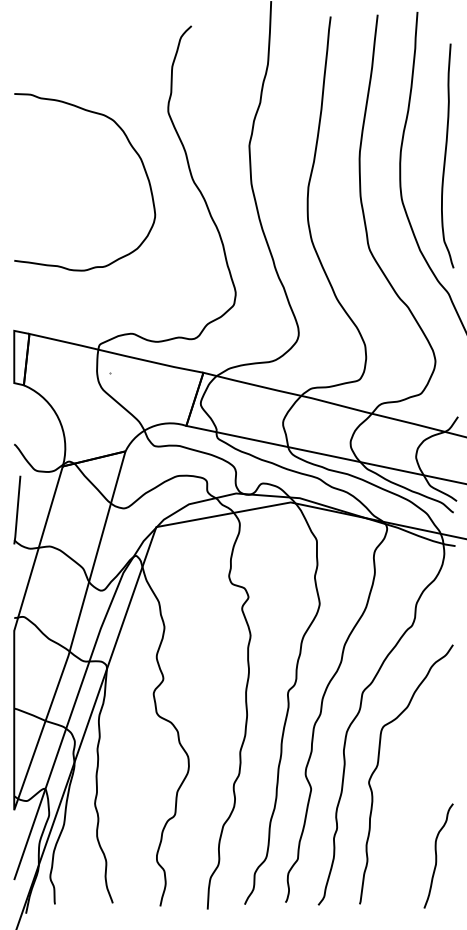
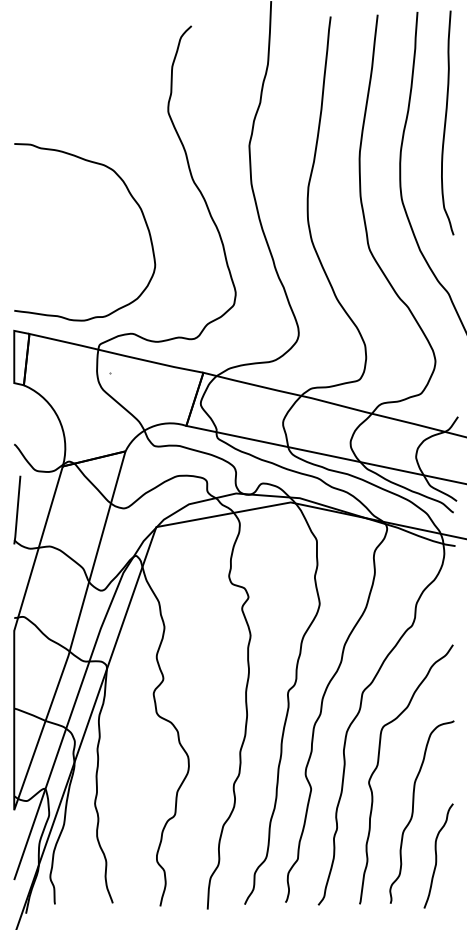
curve at (133, 150) position: (133, 150) -> (133, 200)
curve at (446, 155) position: (446, 155) -> (446, 122)
curve at (413, 811): none -> present
